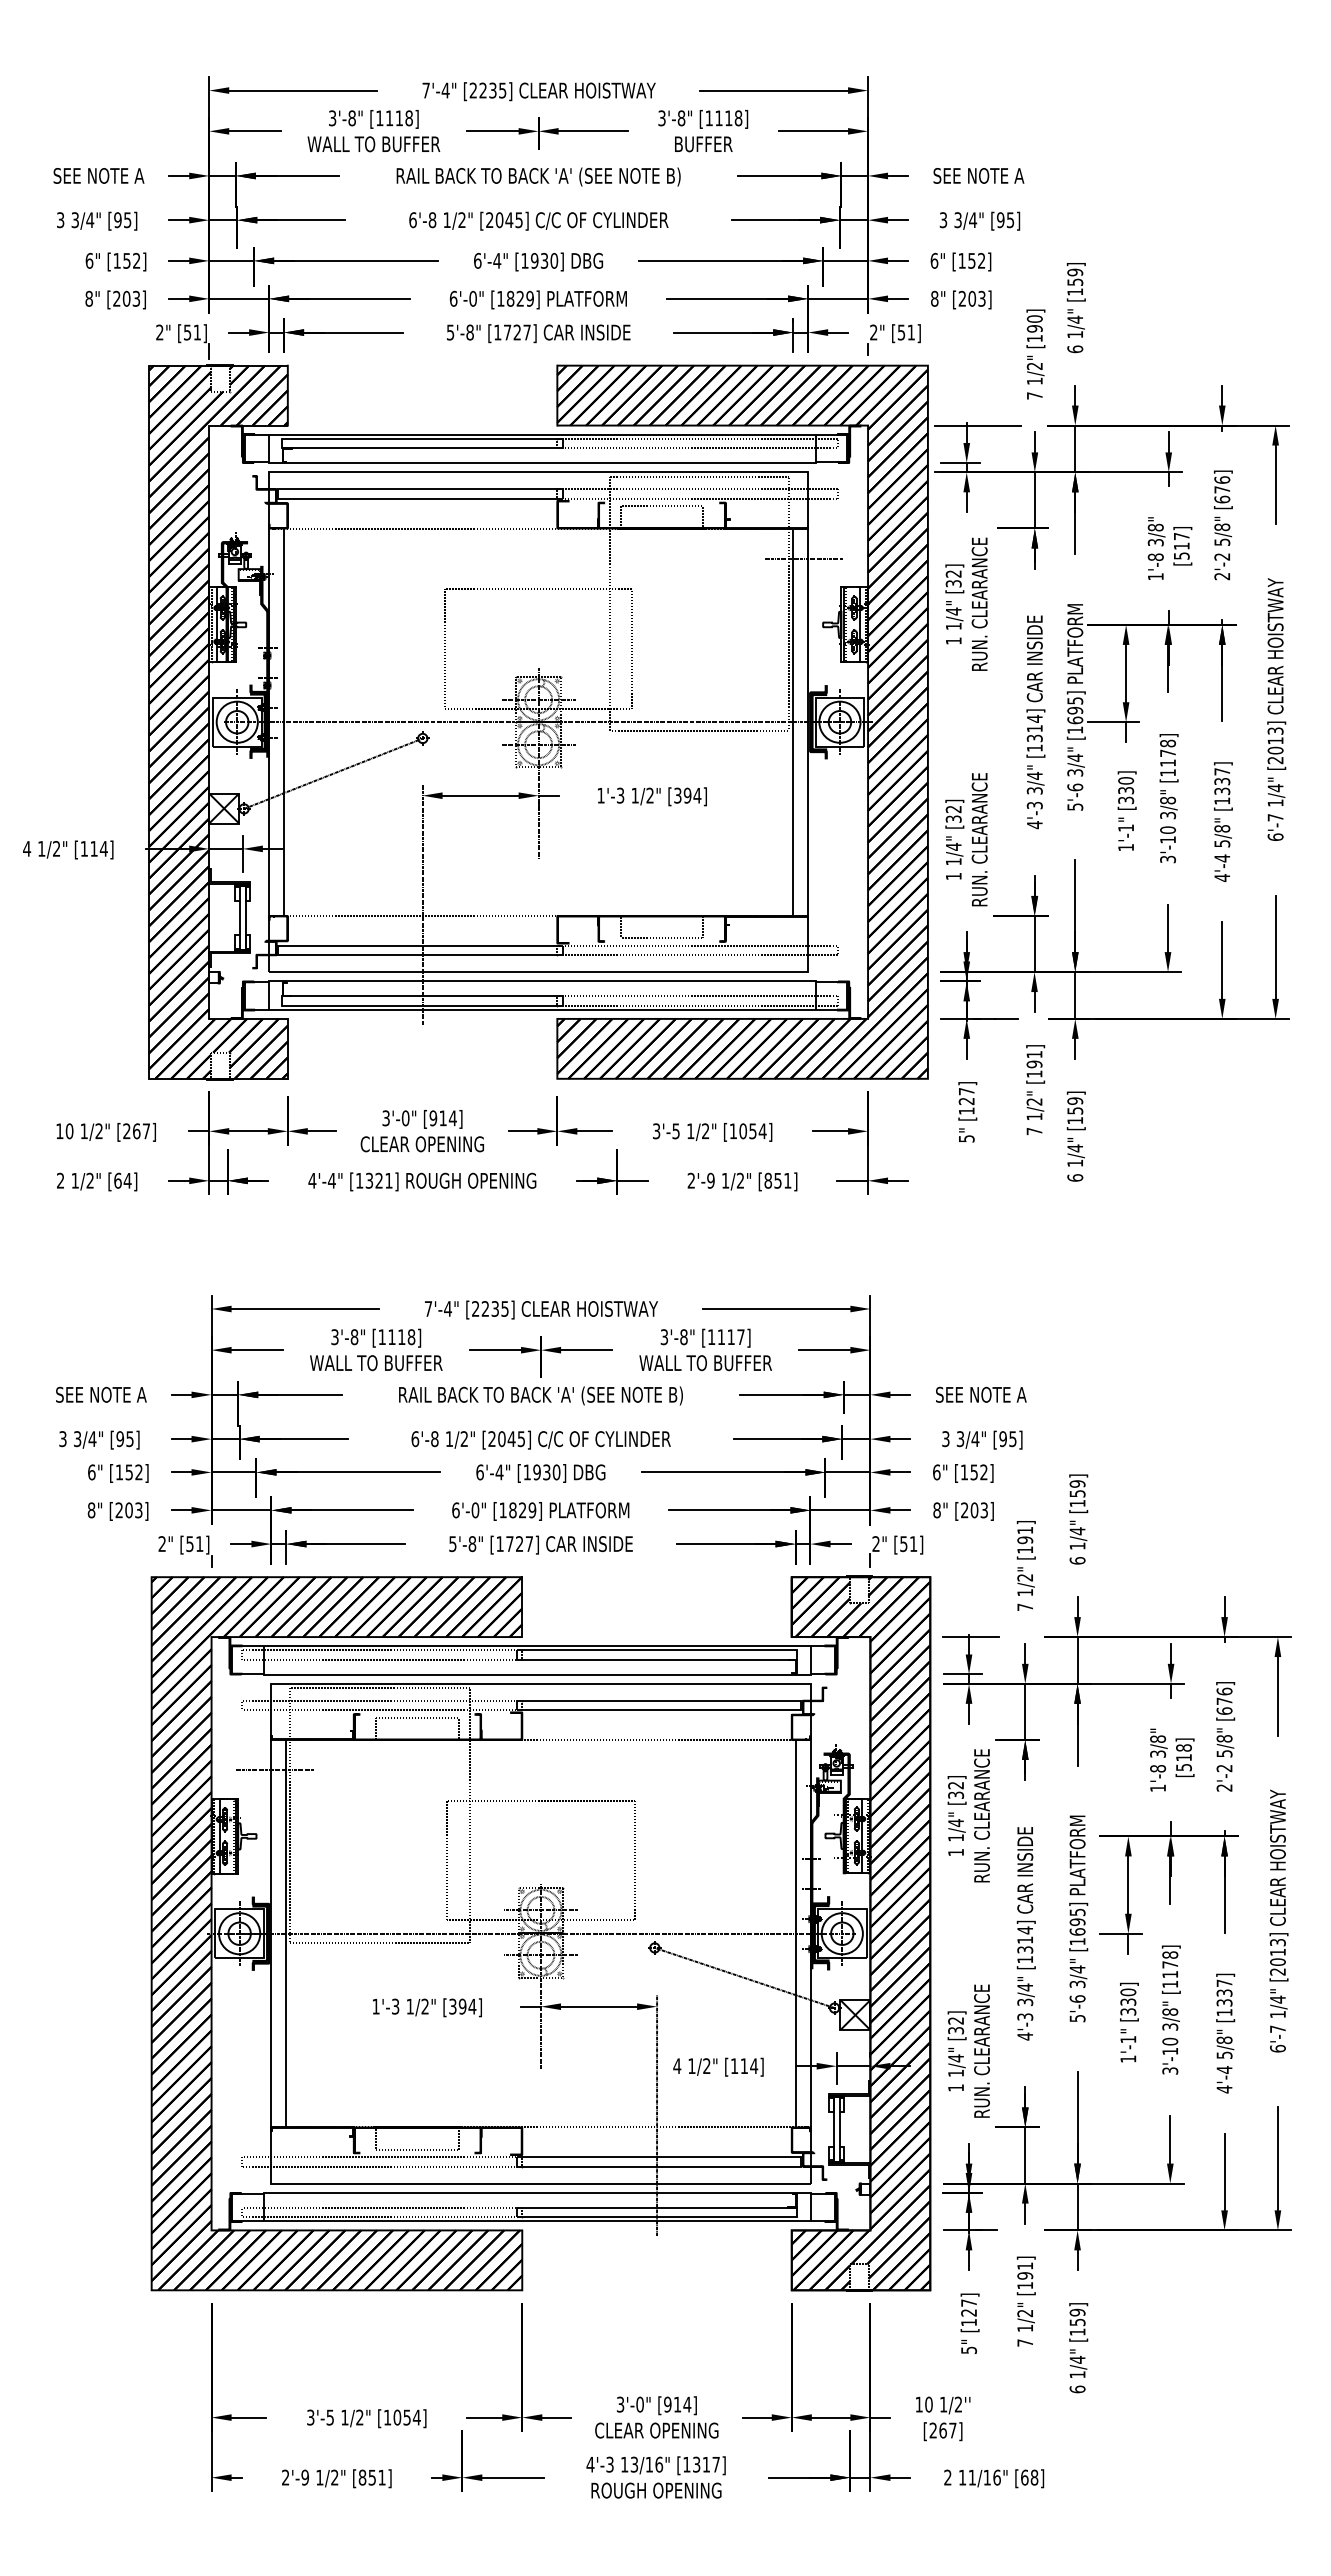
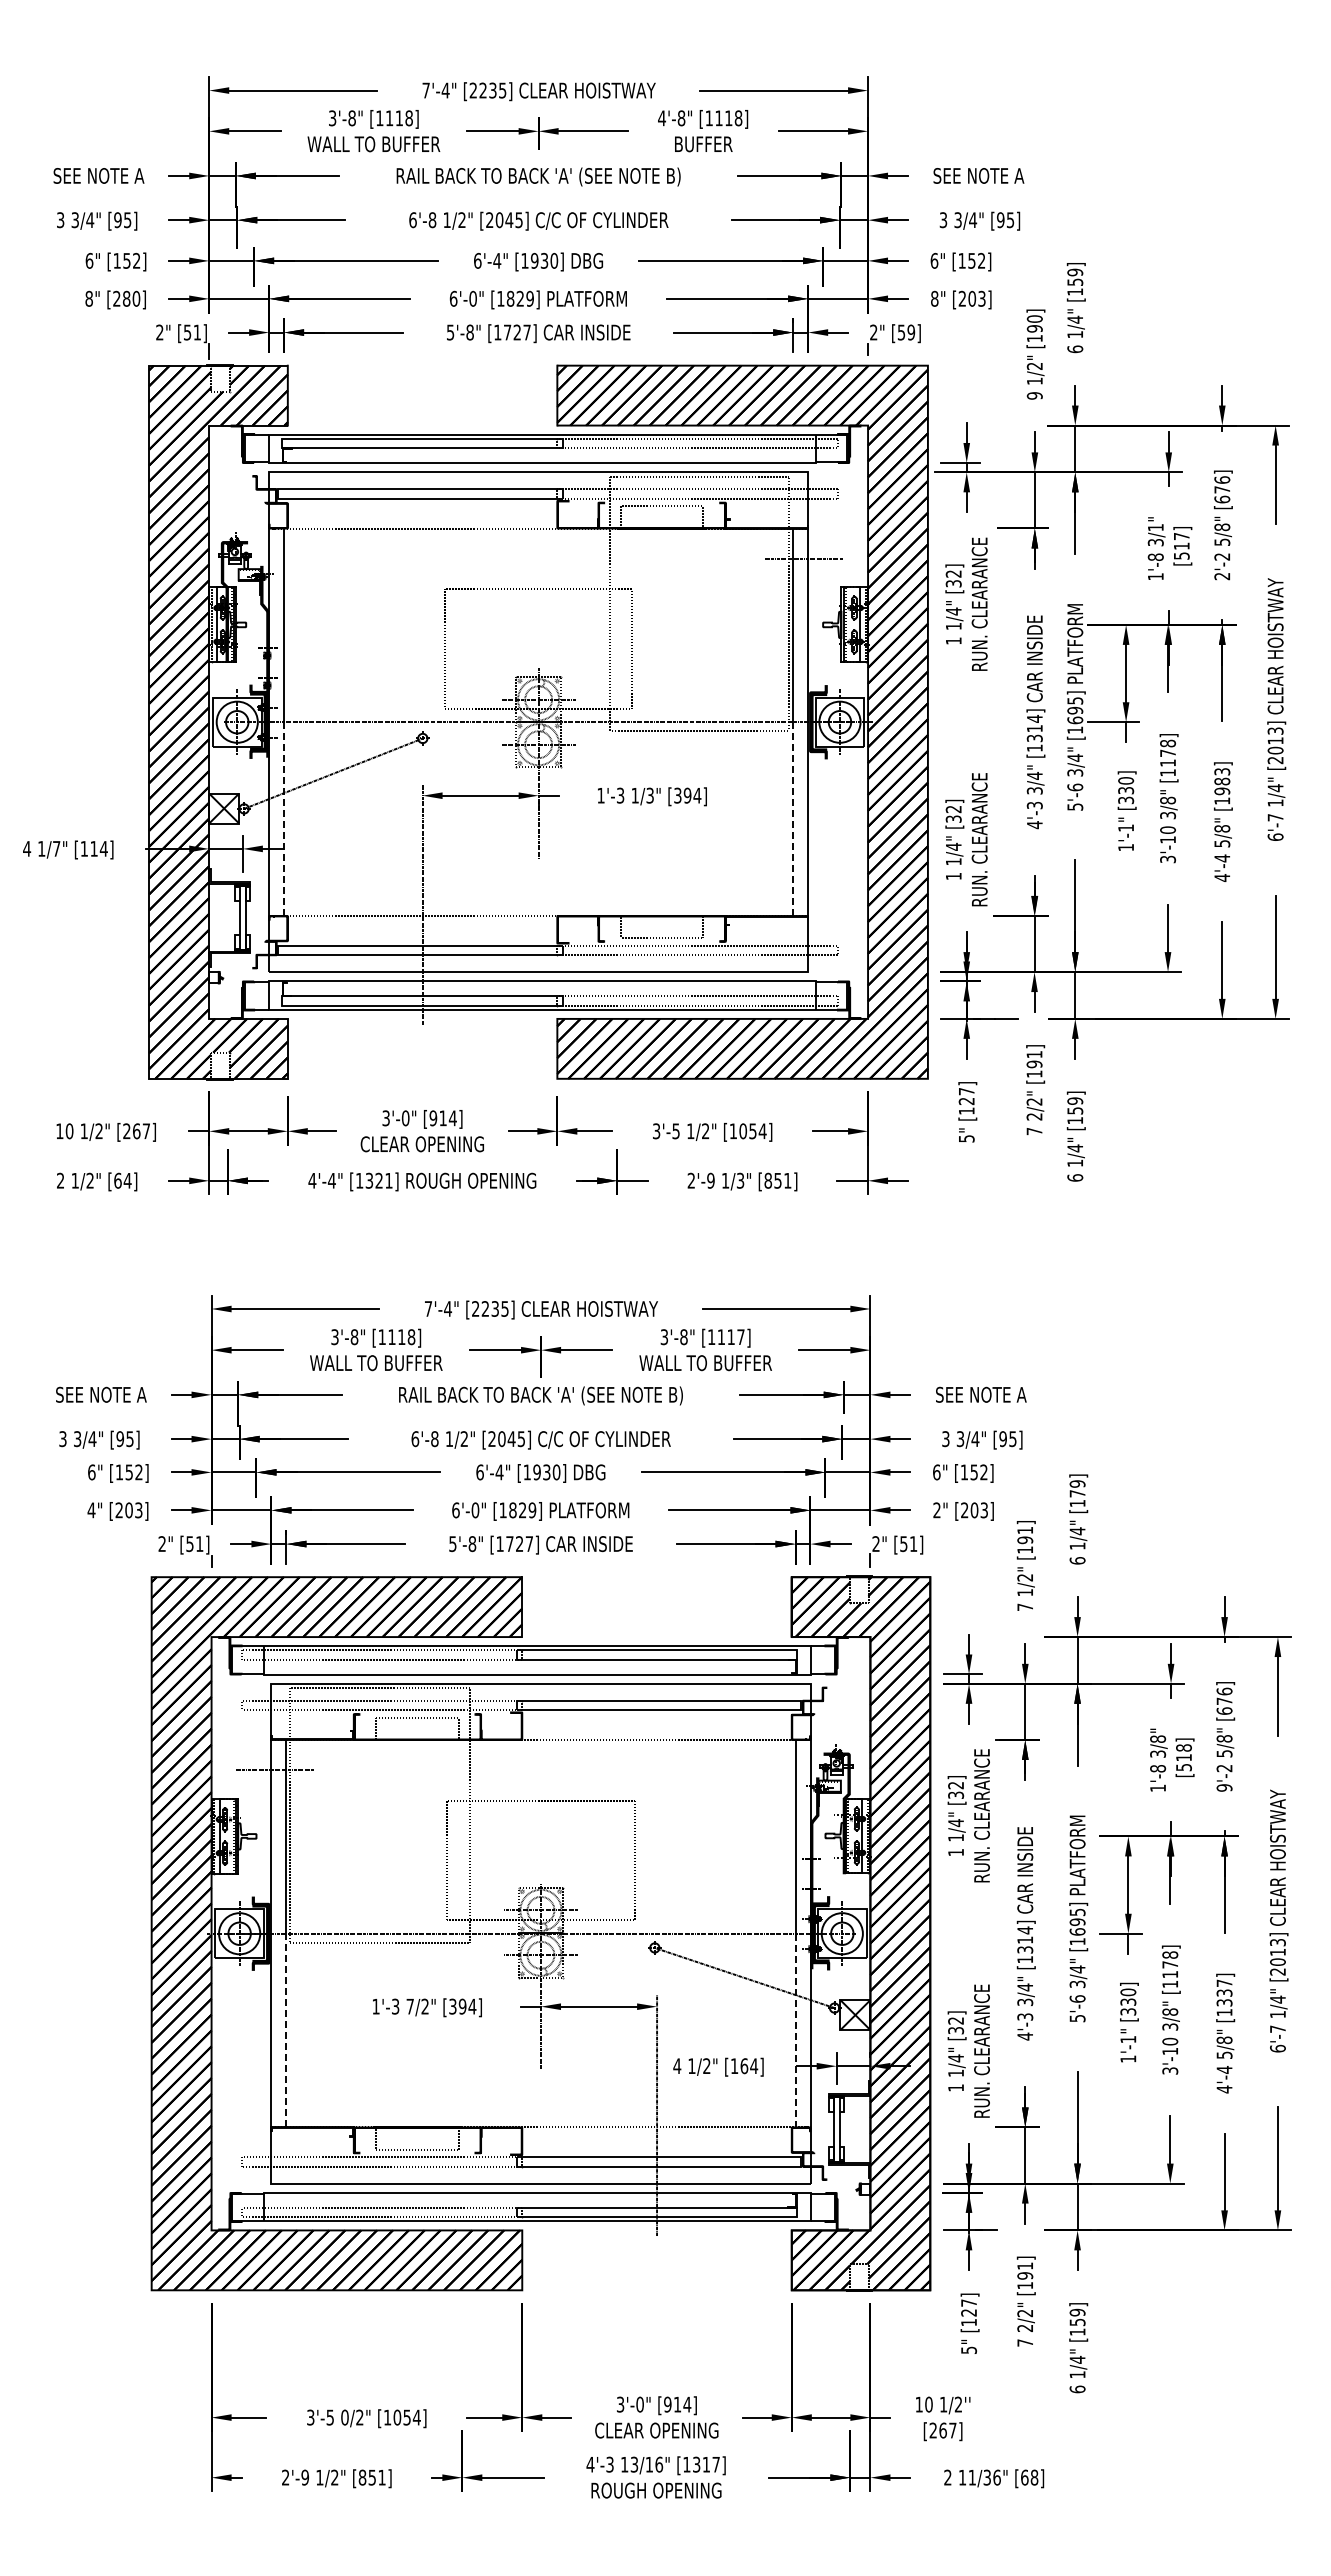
text at (662, 118): 3'-8" -> 4'-8"
text at (131, 298): [203] -> [280]
text at (911, 332): [51] -> [59]
text at (1034, 395): 7 -> 9
line at (977, 425): present -> none
text at (1155, 527): 3/8" -> 3/1"
text at (1222, 781): [1337] -> [1983]
text at (649, 795): 1/2" -> 1/3"
line at (284, 819): solid -> dashed
line at (793, 819): solid -> dashed
text at (56, 848): 1/2" -> 1/7"
text at (1034, 1116): 1/2" -> 2/2"
text at (740, 1180): 1/2" -> 1/3"
text at (1077, 1493): [159] -> [179]
text at (91, 1510): 8" -> 4"
text at (936, 1510): 8" -> 2"
line at (971, 1637): present -> none
text at (1224, 1787): 2'-2 -> 9'-2
text at (409, 2006): 1/2" -> 7/2"
line at (286, 2030): solid -> dashed
line at (795, 2030): solid -> dashed
text at (744, 2066): [114] -> [164]
text at (1024, 2328): 1/2" -> 2/2"
text at (344, 2417): 1/2" -> 0/2"
text at (986, 2477): 11/16" -> 11/36"
